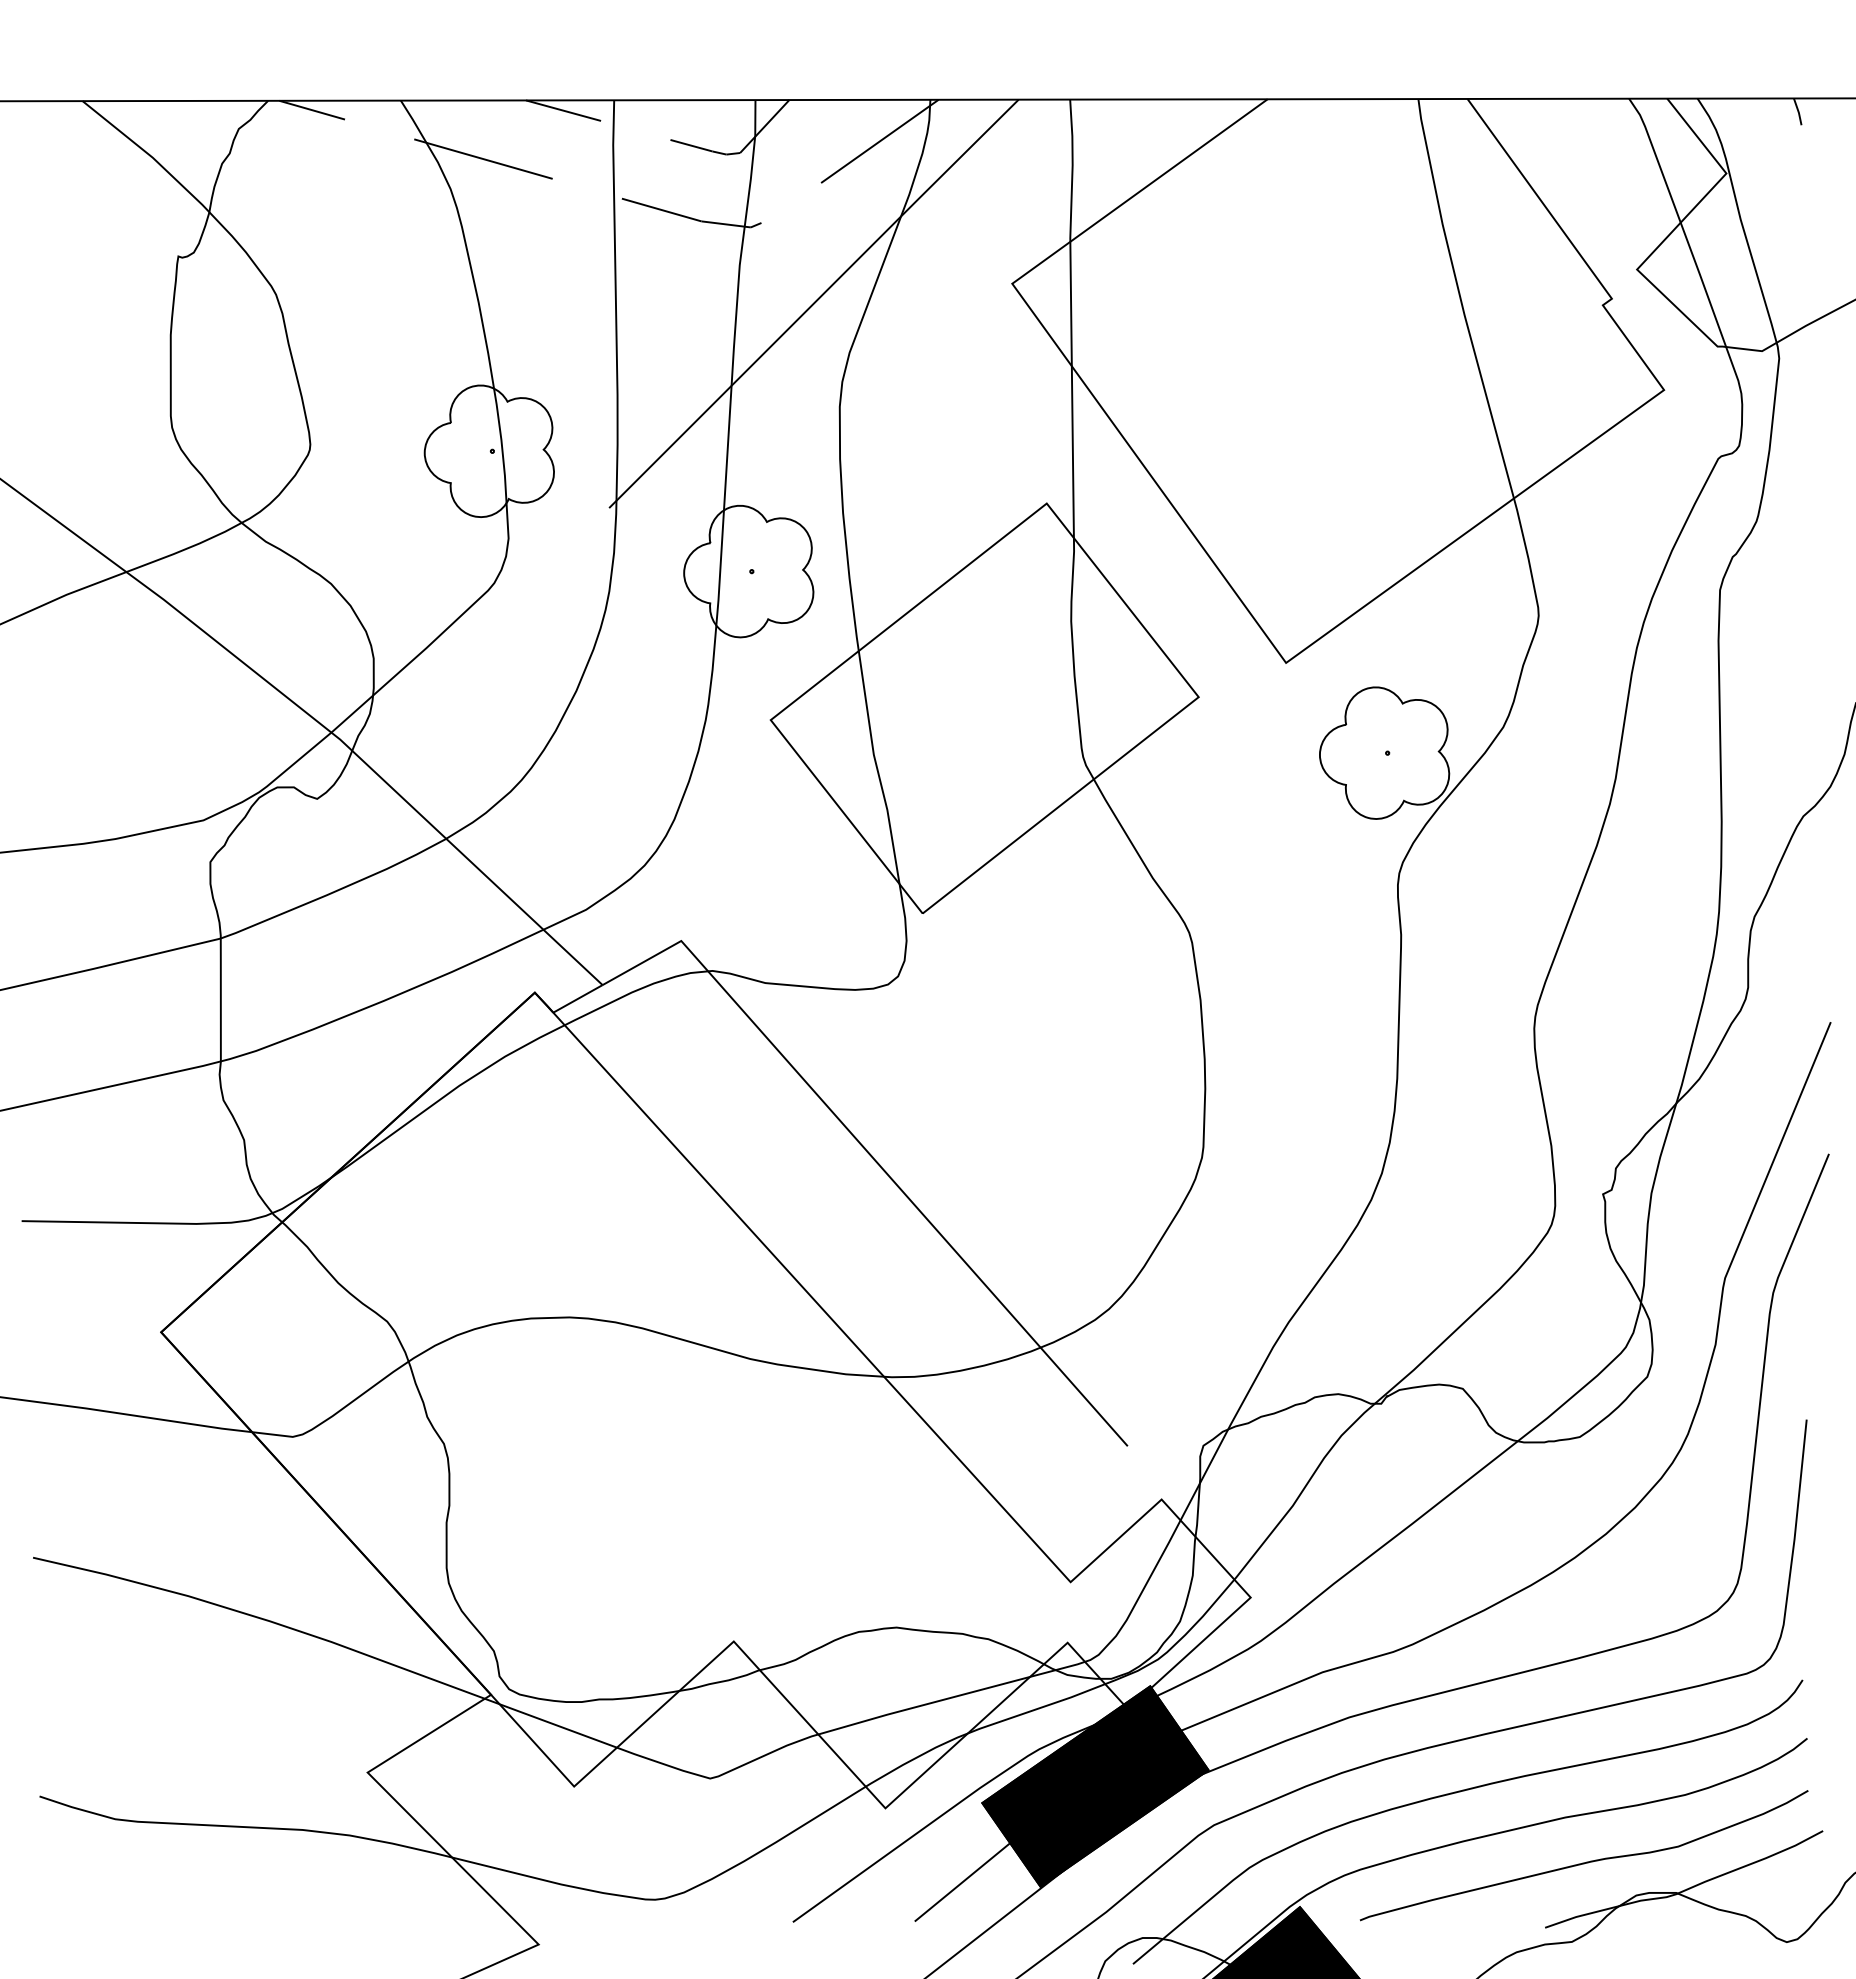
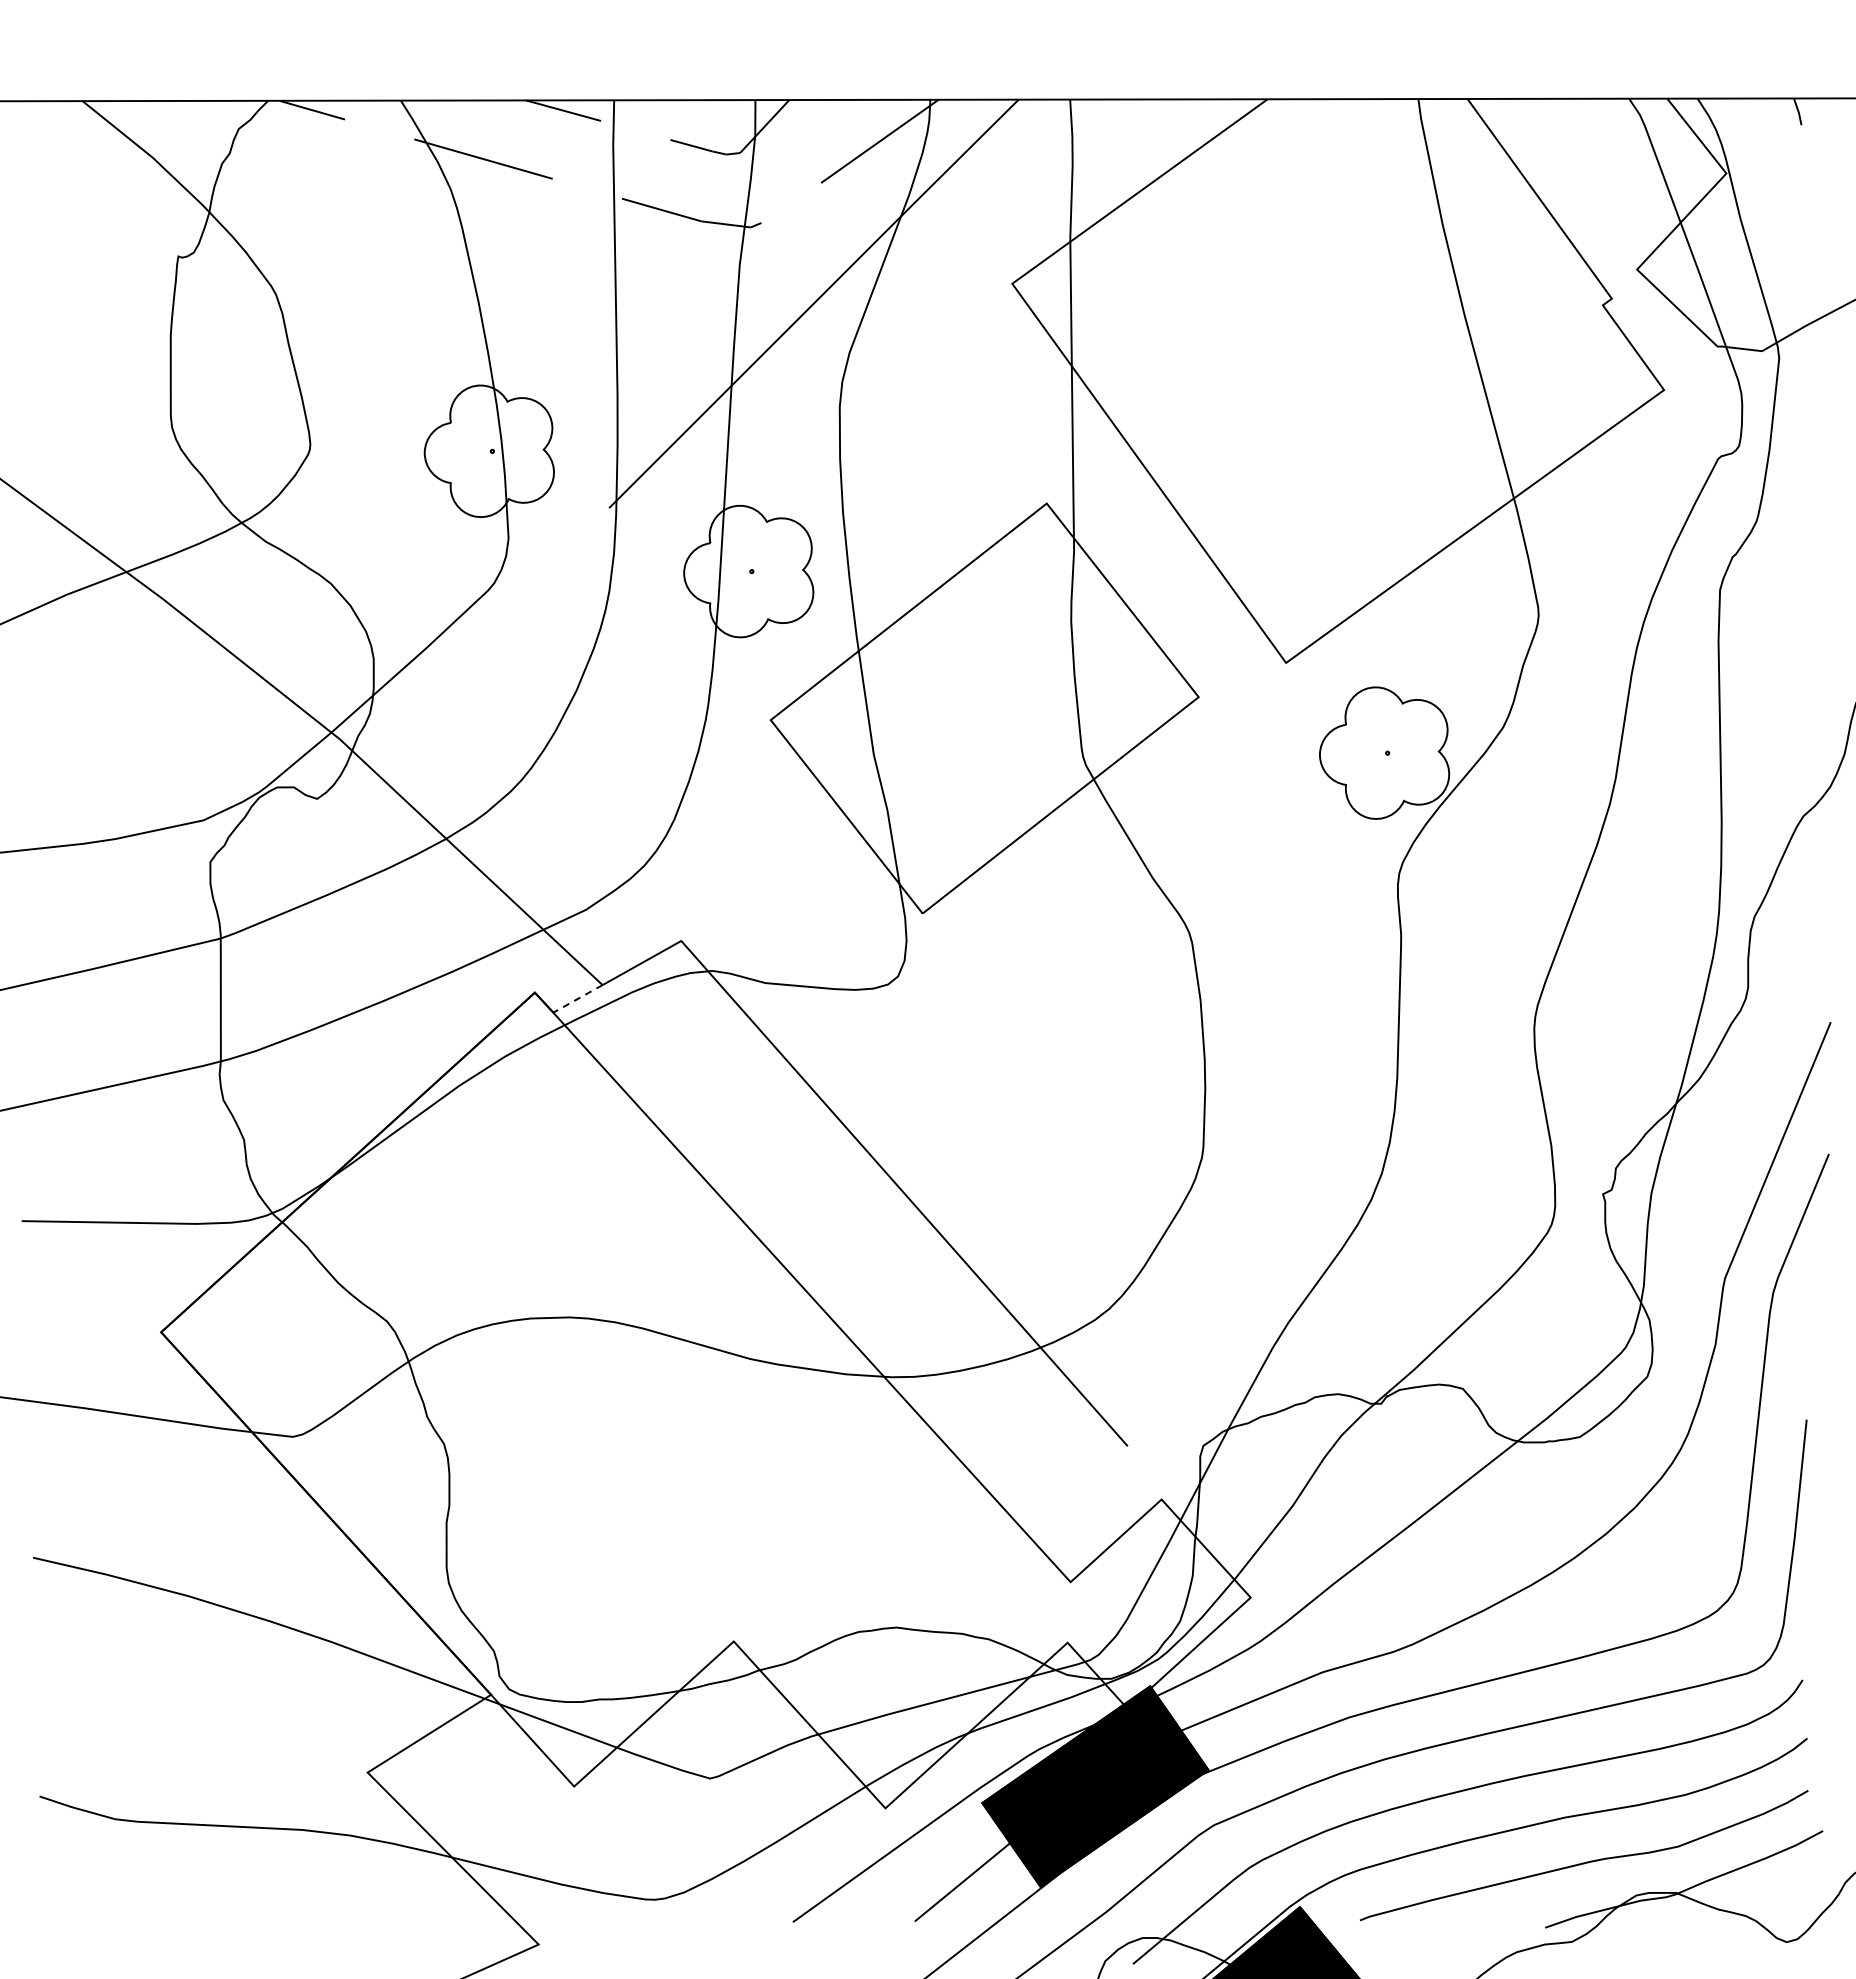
line at (577, 999): solid -> dashed
